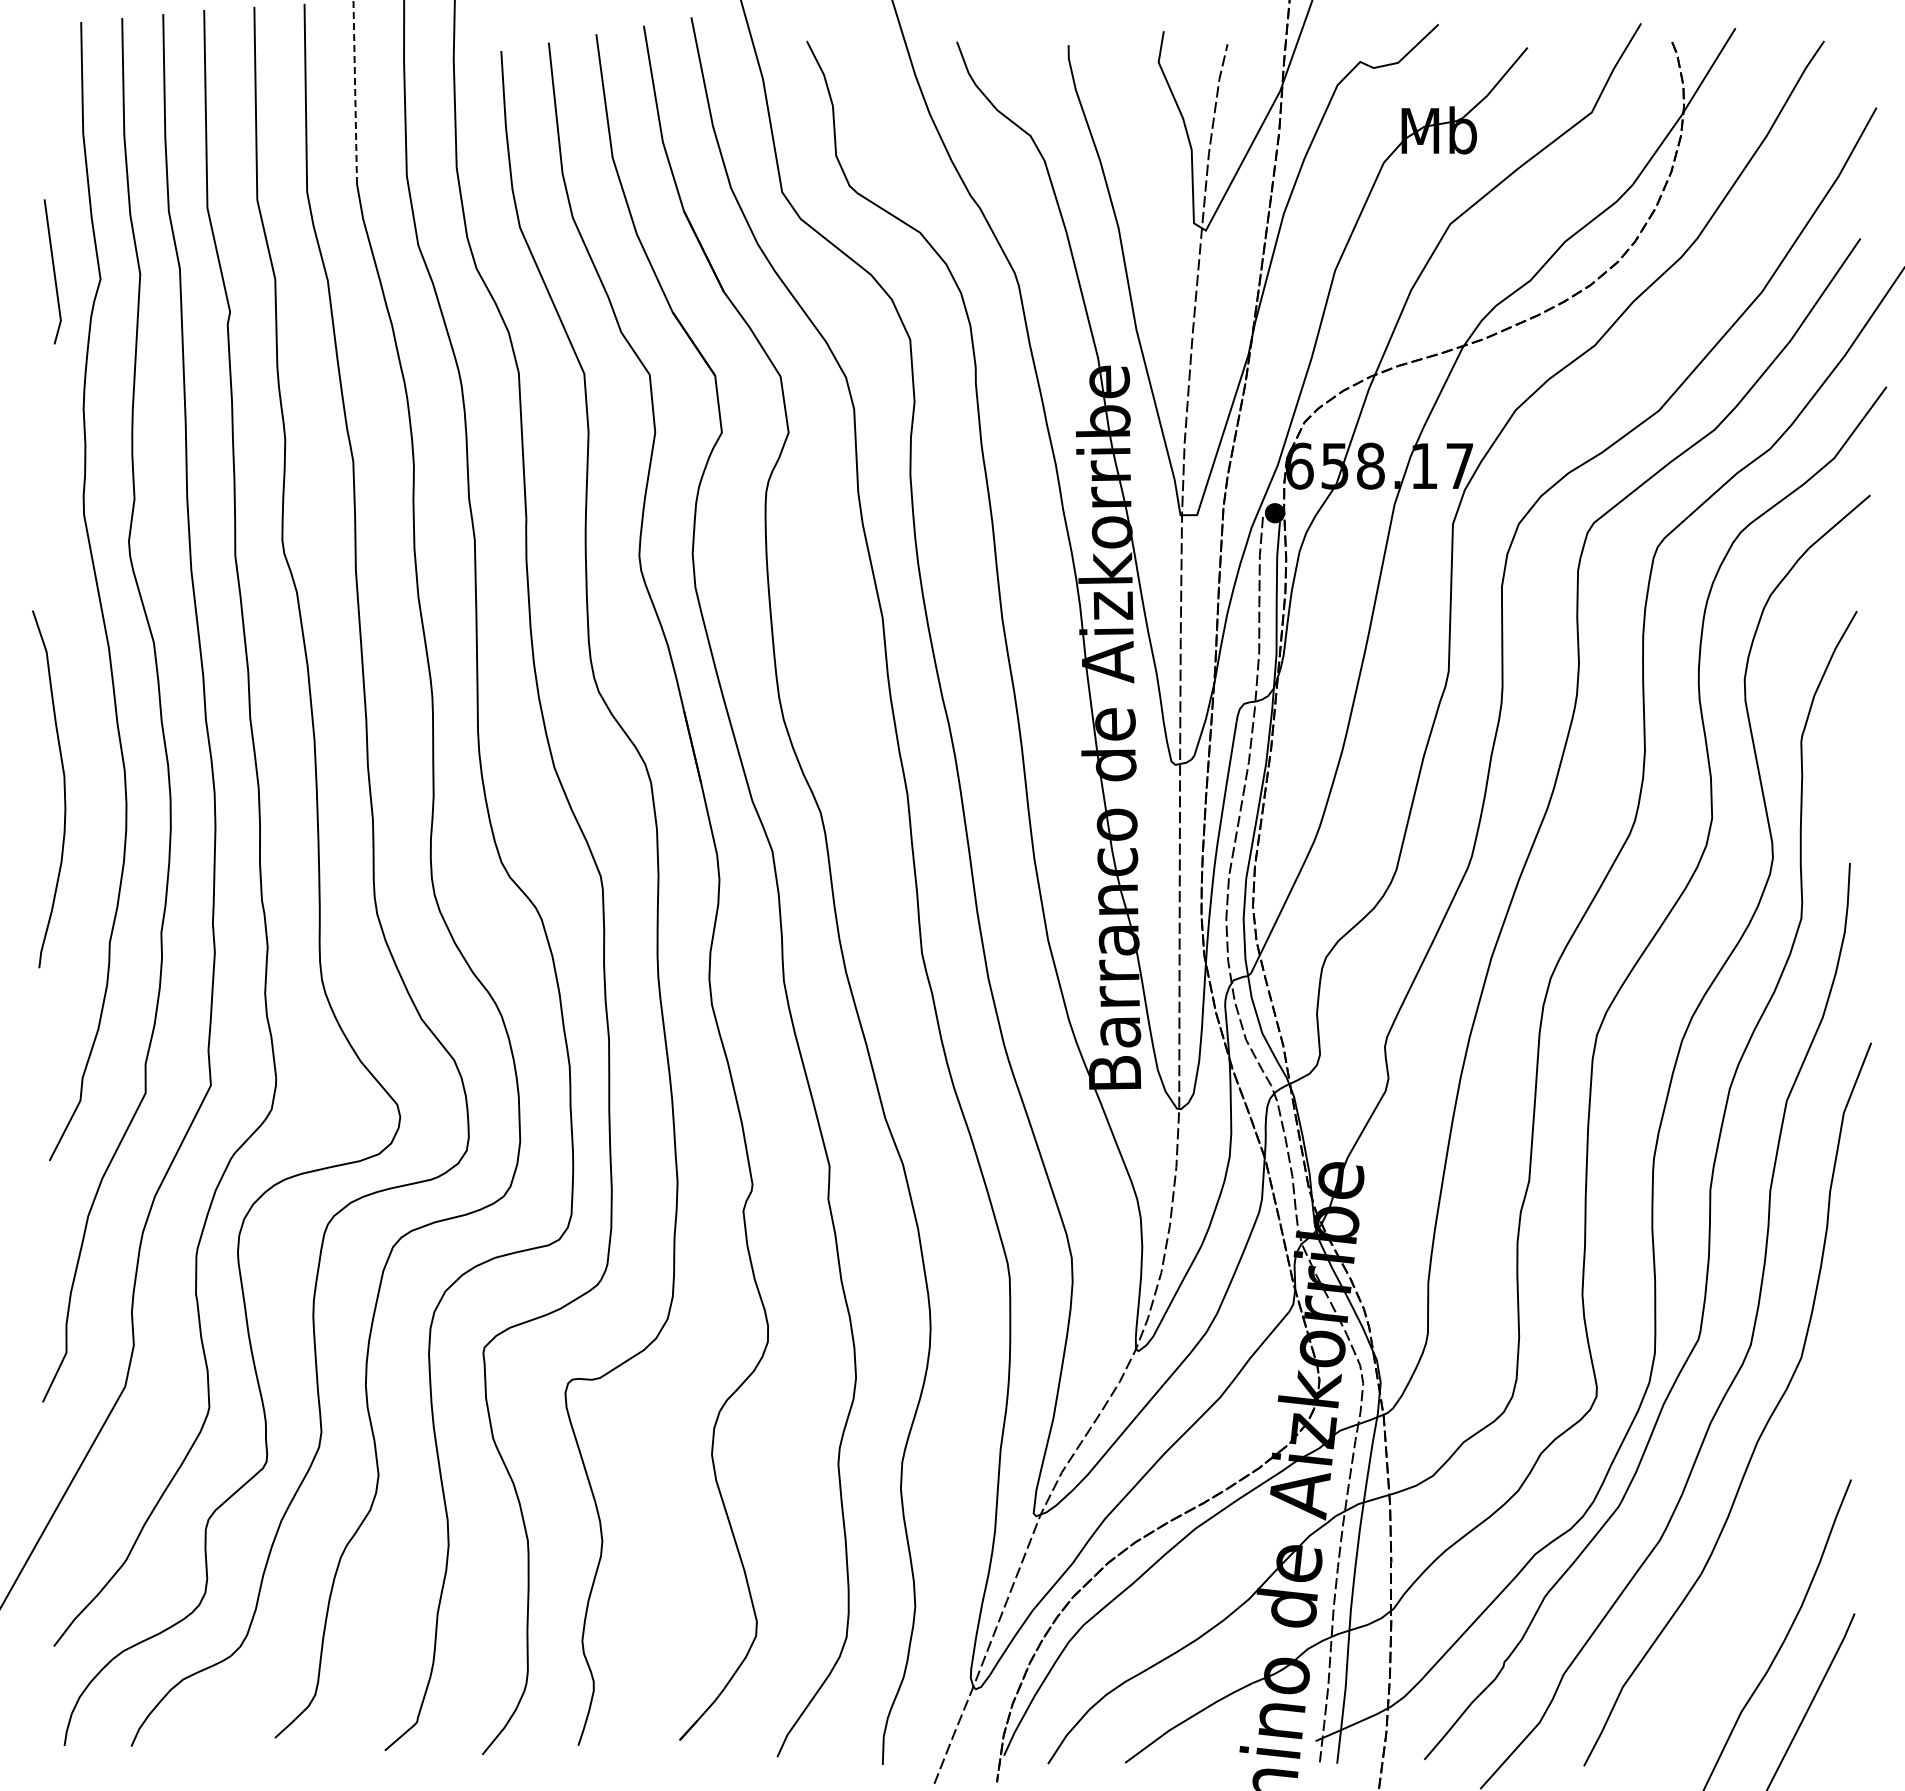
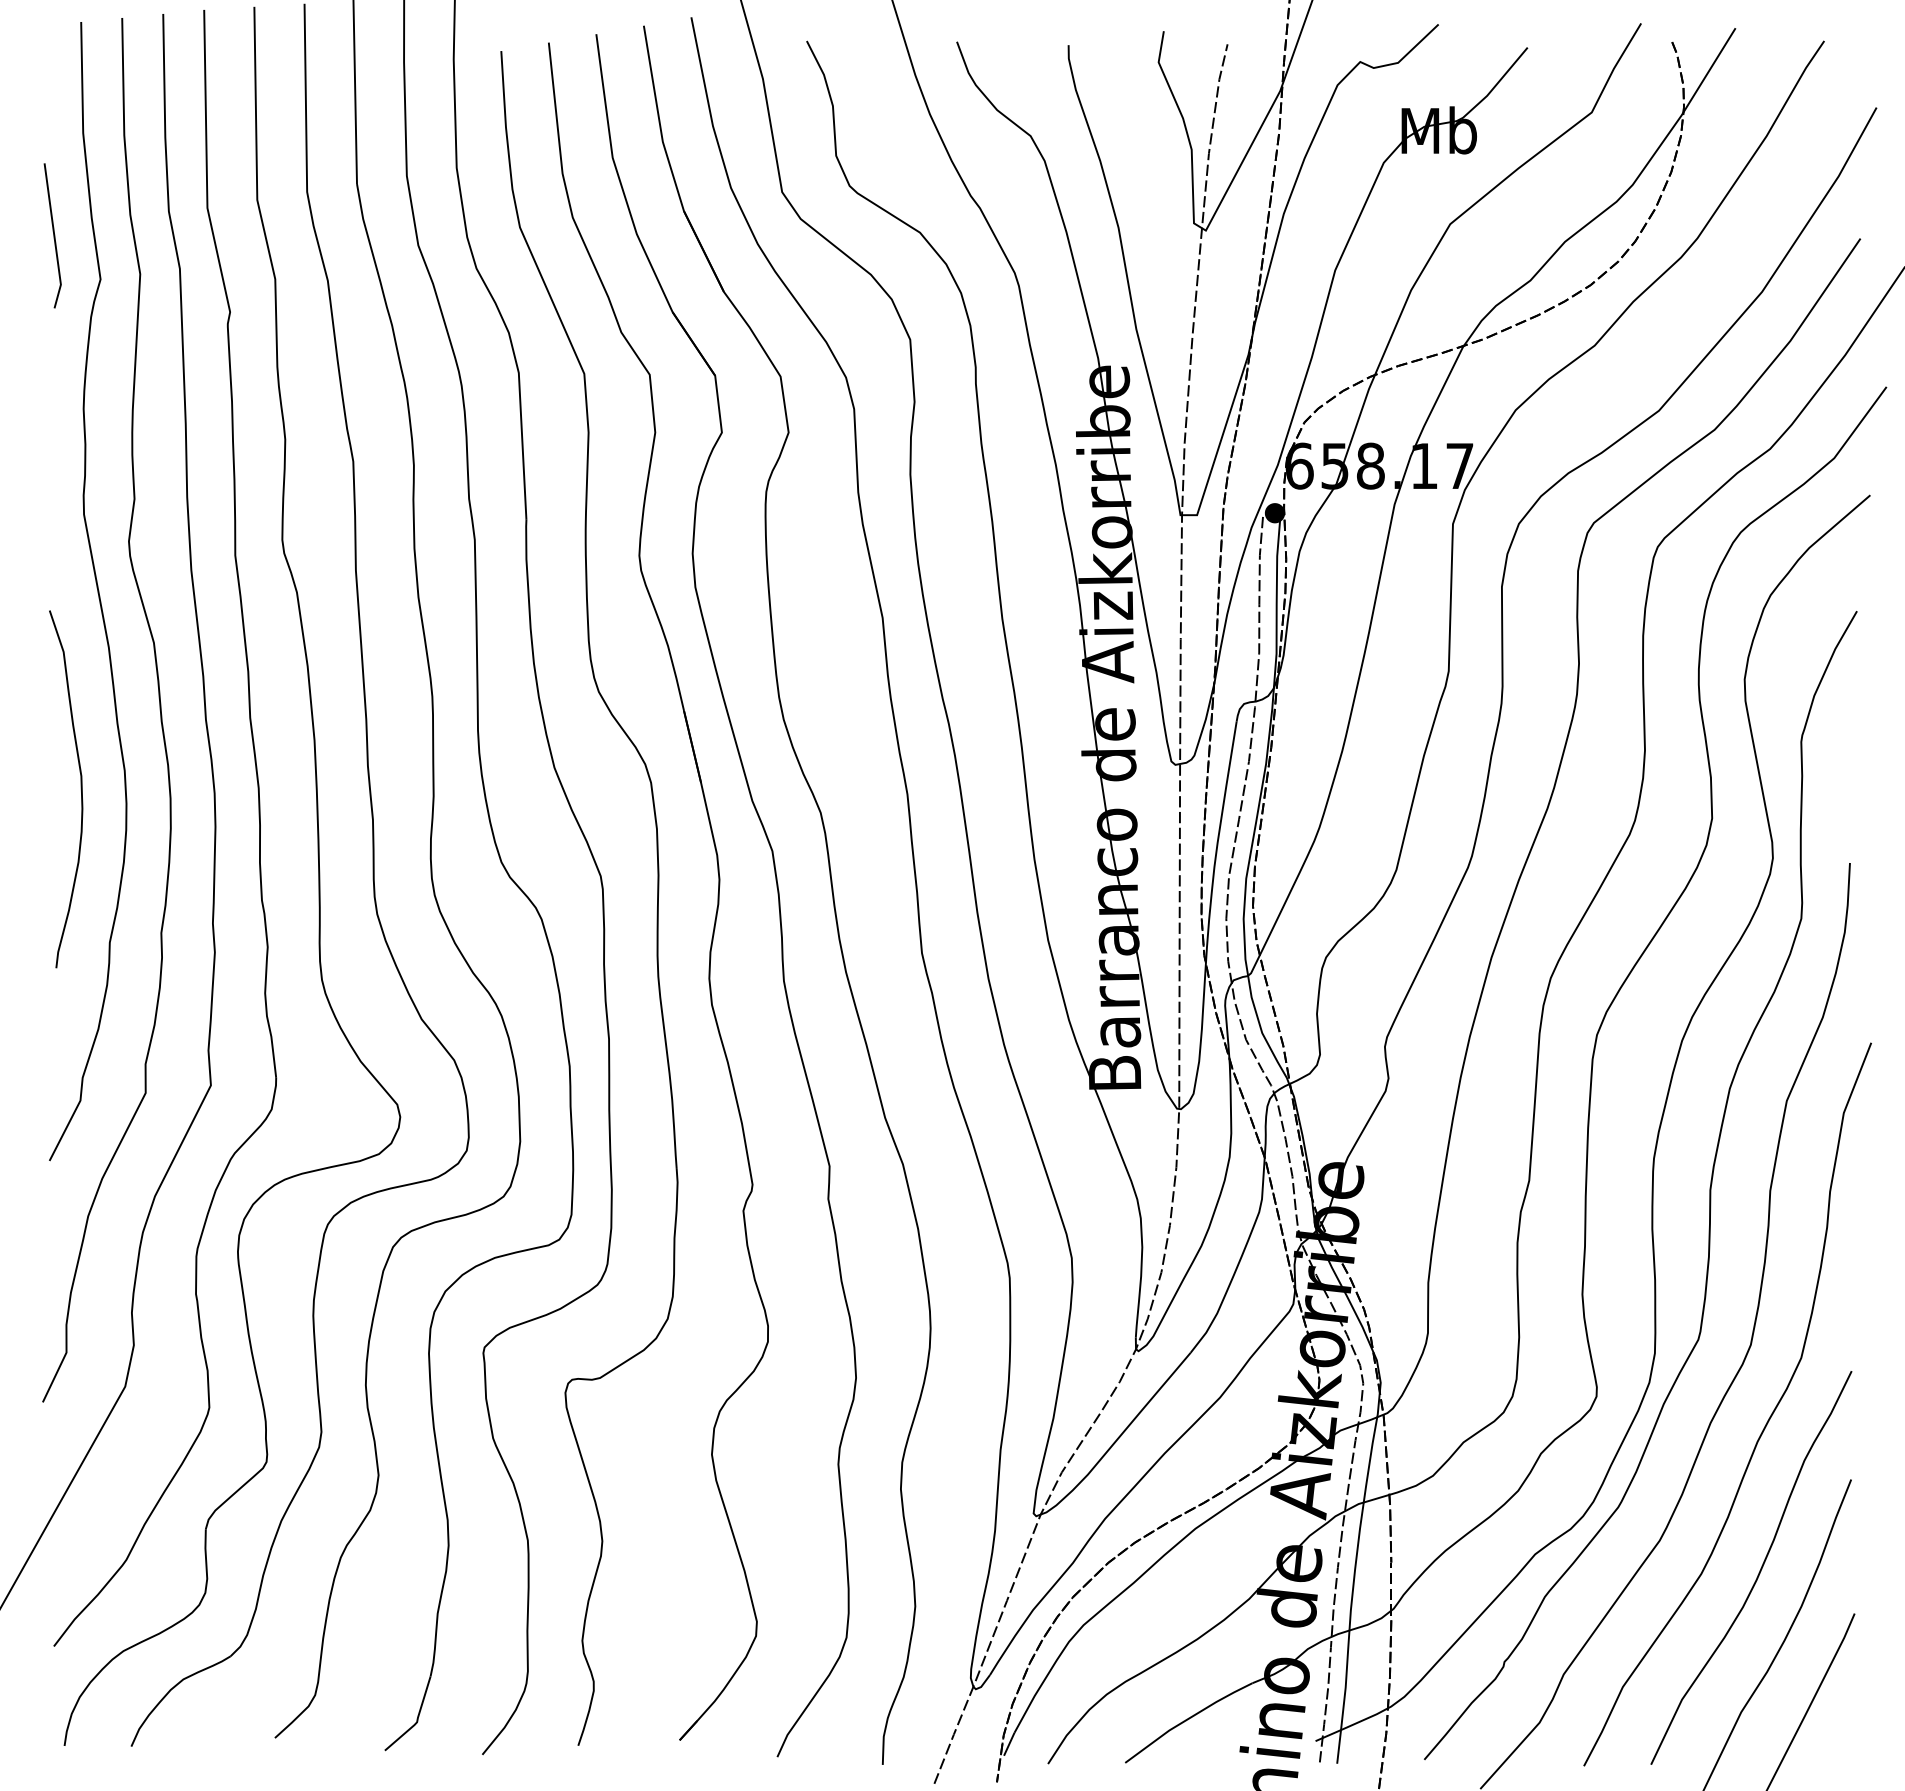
line at (355, 92): dashed -> solid
line at (53, 271) position: (53, 271) -> (53, 235)
curve at (63, 789) position: (63, 789) -> (80, 789)
curve at (1759, 1570): none -> present
